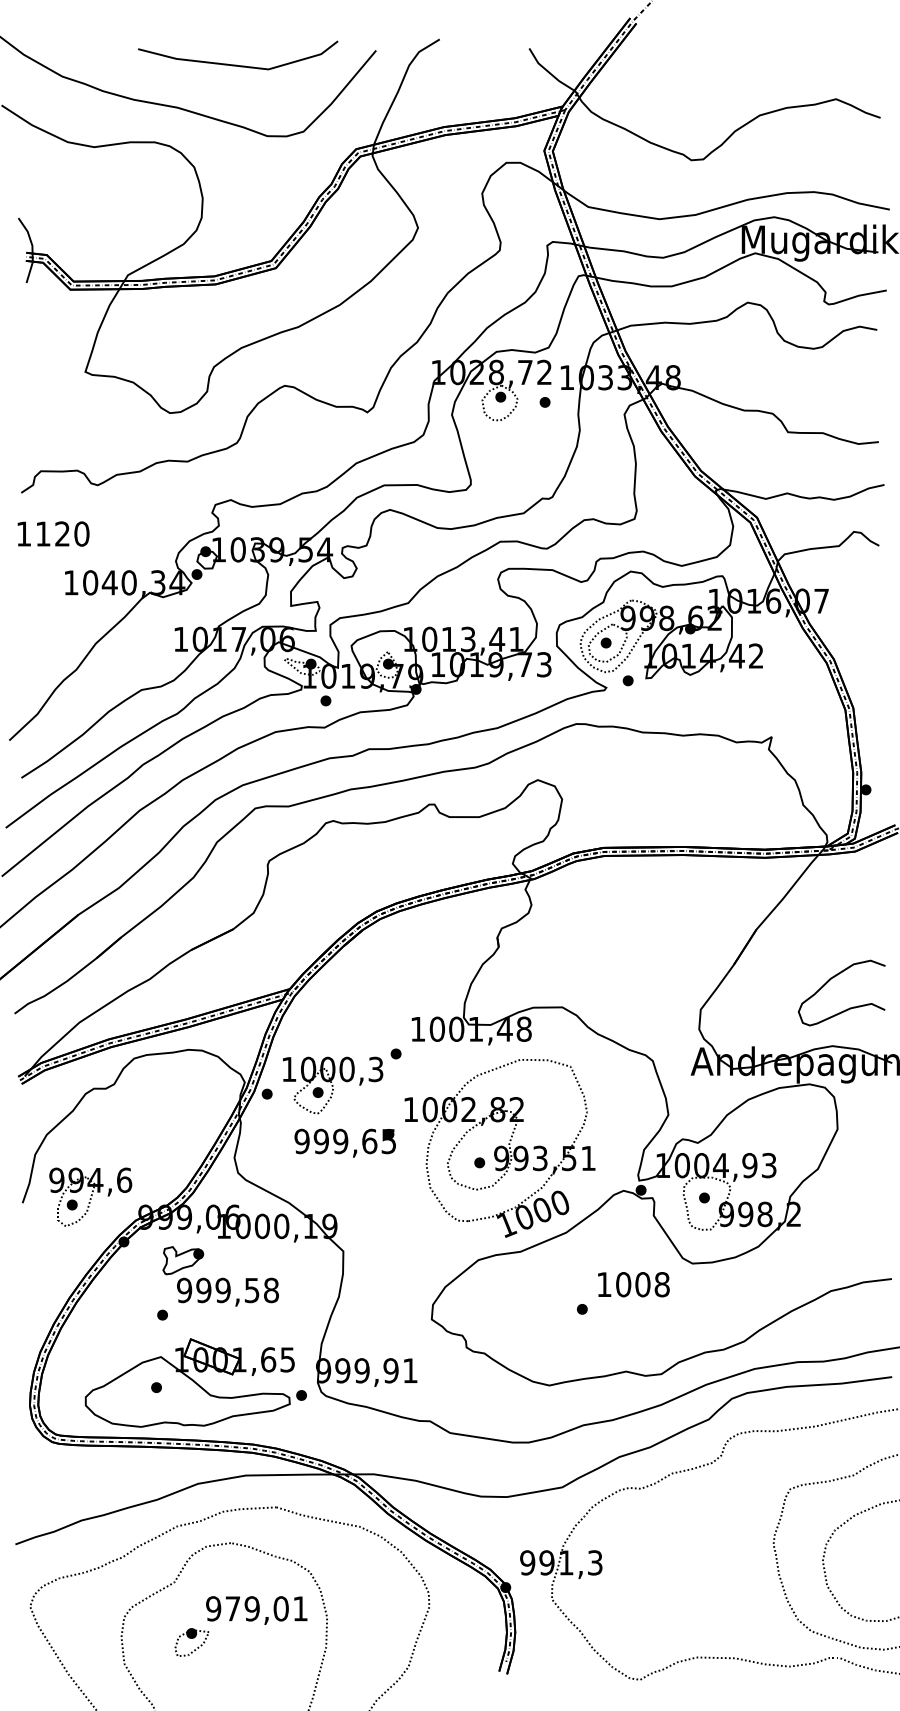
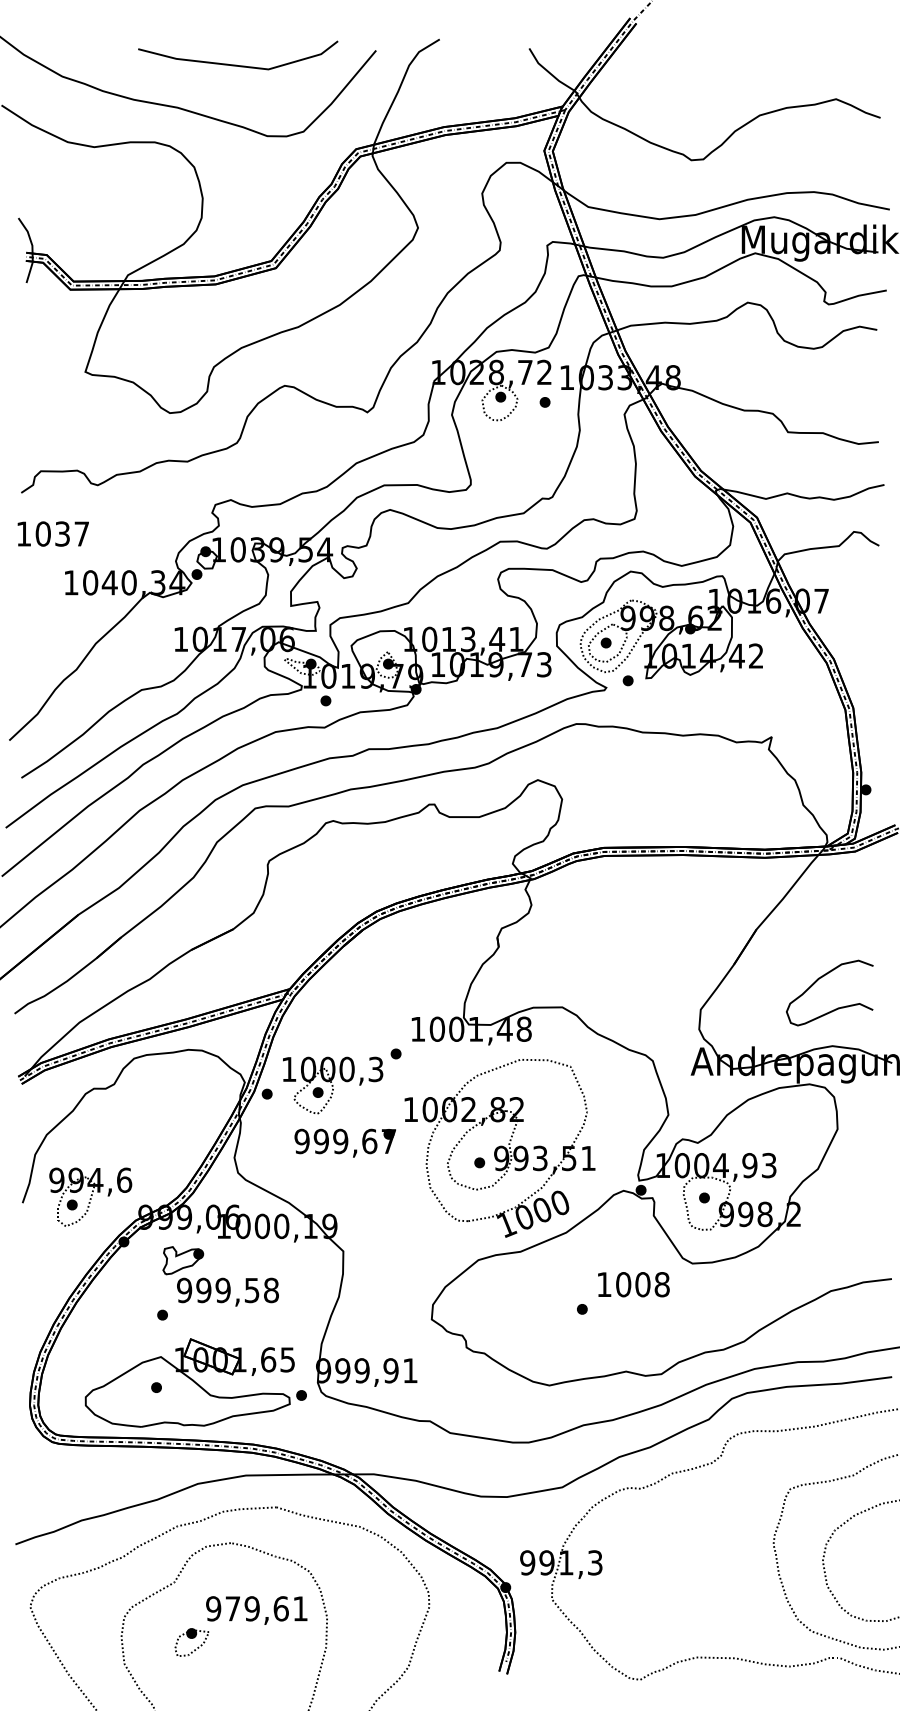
text at (62, 533): 1120 -> 1037
curve at (833, 978) position: (833, 978) -> (821, 978)
text at (388, 1141): 999,65 -> 999,67
text at (280, 1608): 979,01 -> 979,61
